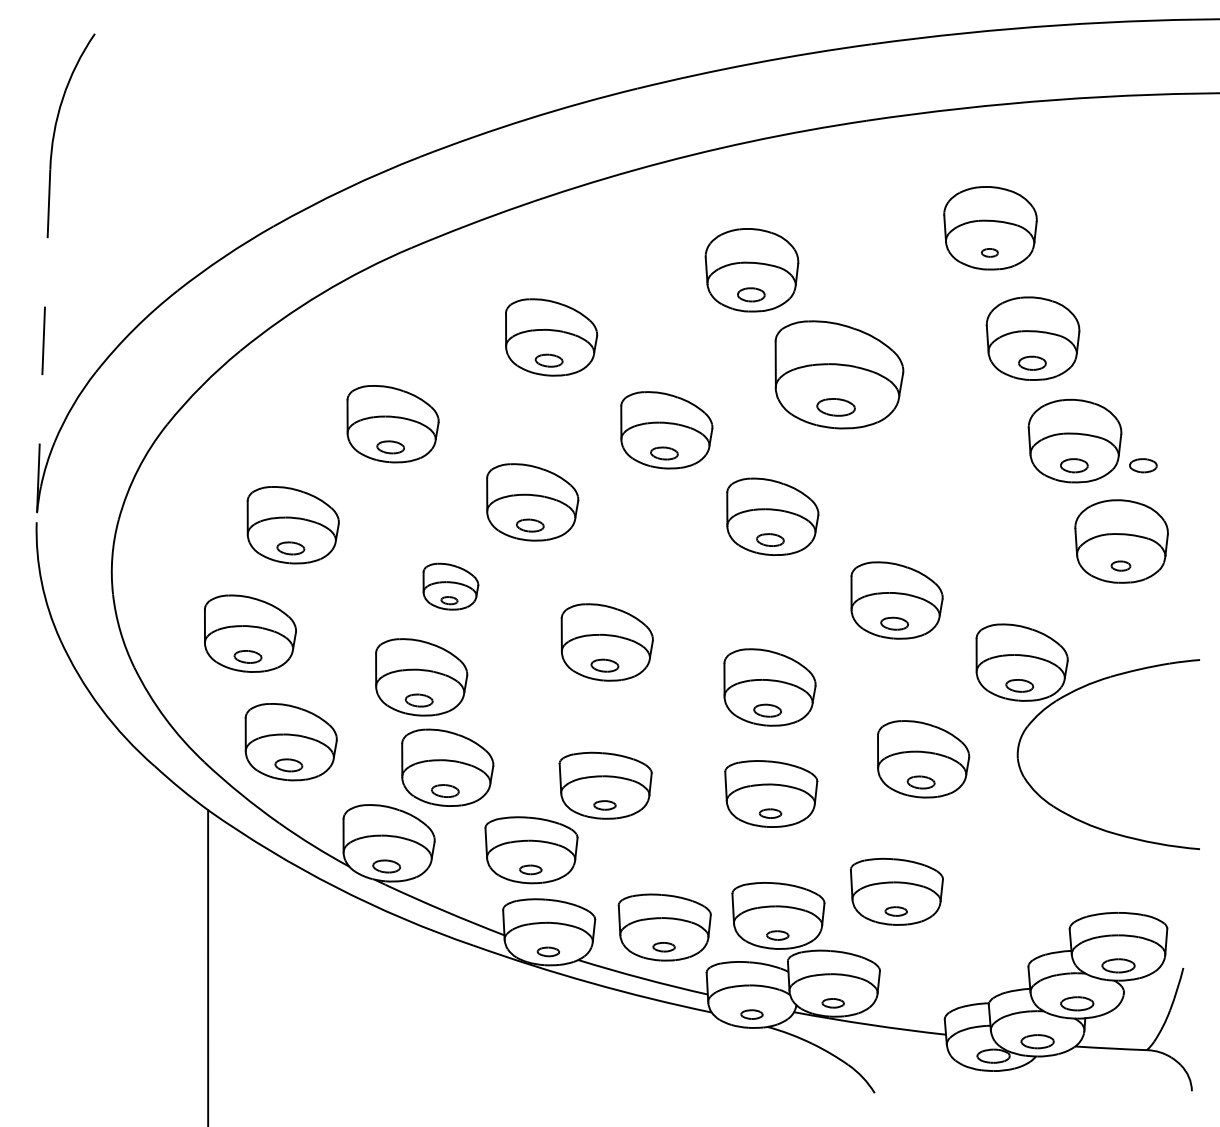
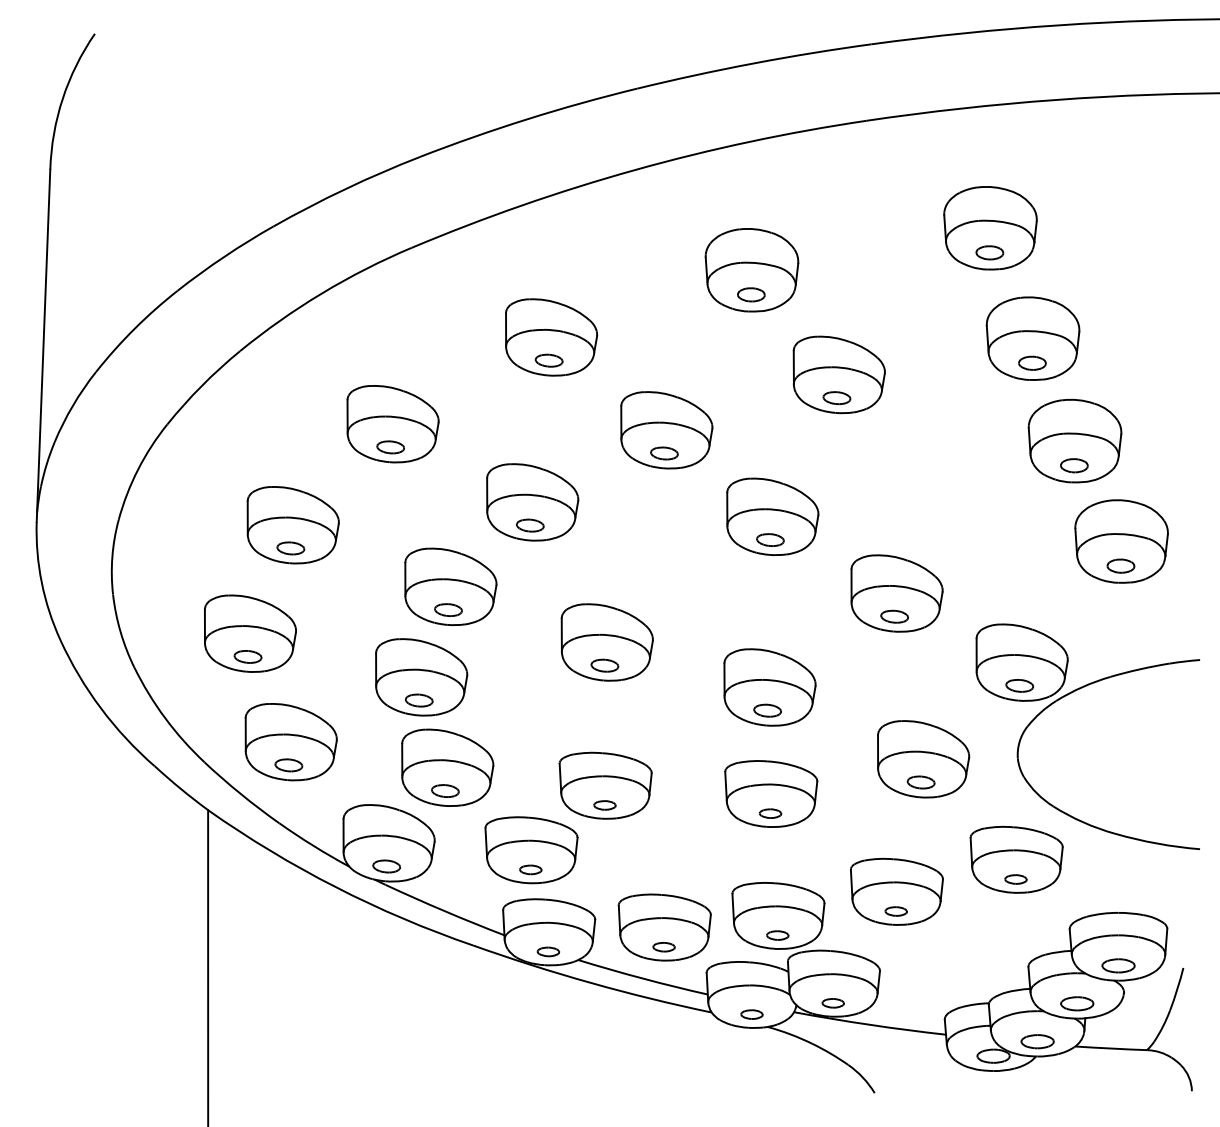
part at (989, 252) size: 18x10 px -> 30x16 px
line at (43, 346): dashed -> solid
part at (839, 374) size: 131x110 px -> 94x80 px
part at (1143, 465): present -> none
part at (1120, 565) size: 22x12 px -> 30x16 px
part at (450, 586) size: 58x49 px -> 94x79 px
part at (896, 600) position: (896, 600) -> (896, 593)
part at (1016, 859): none -> present
